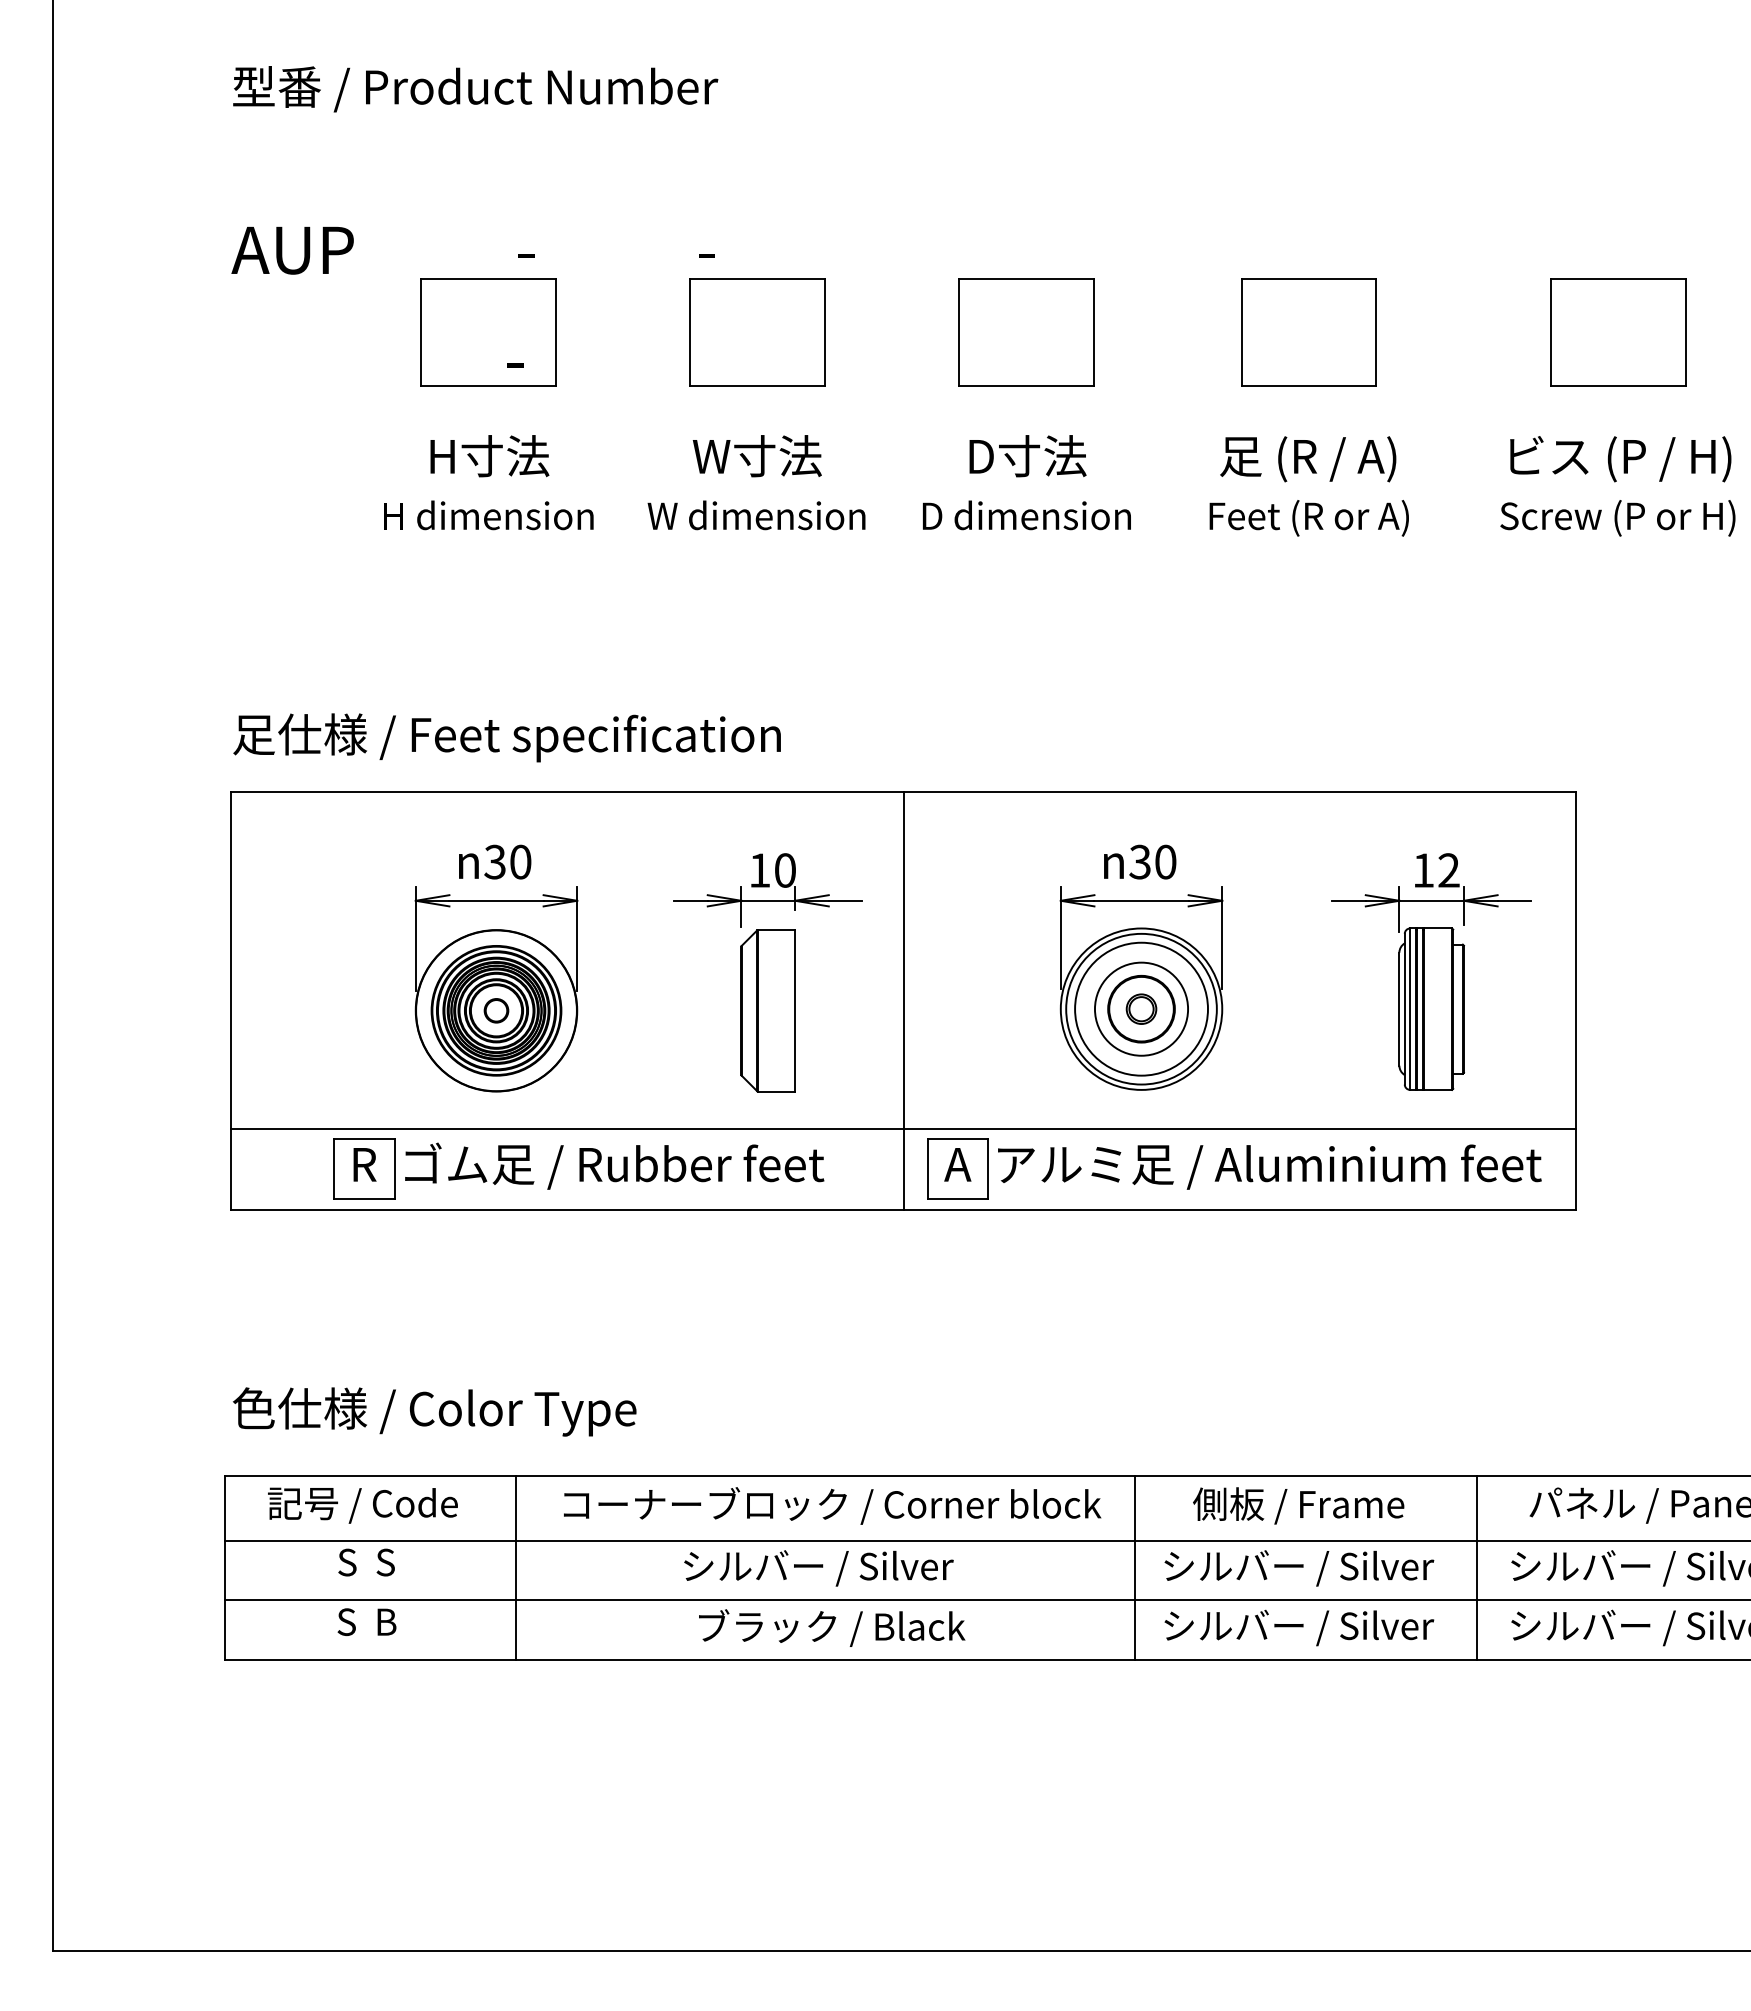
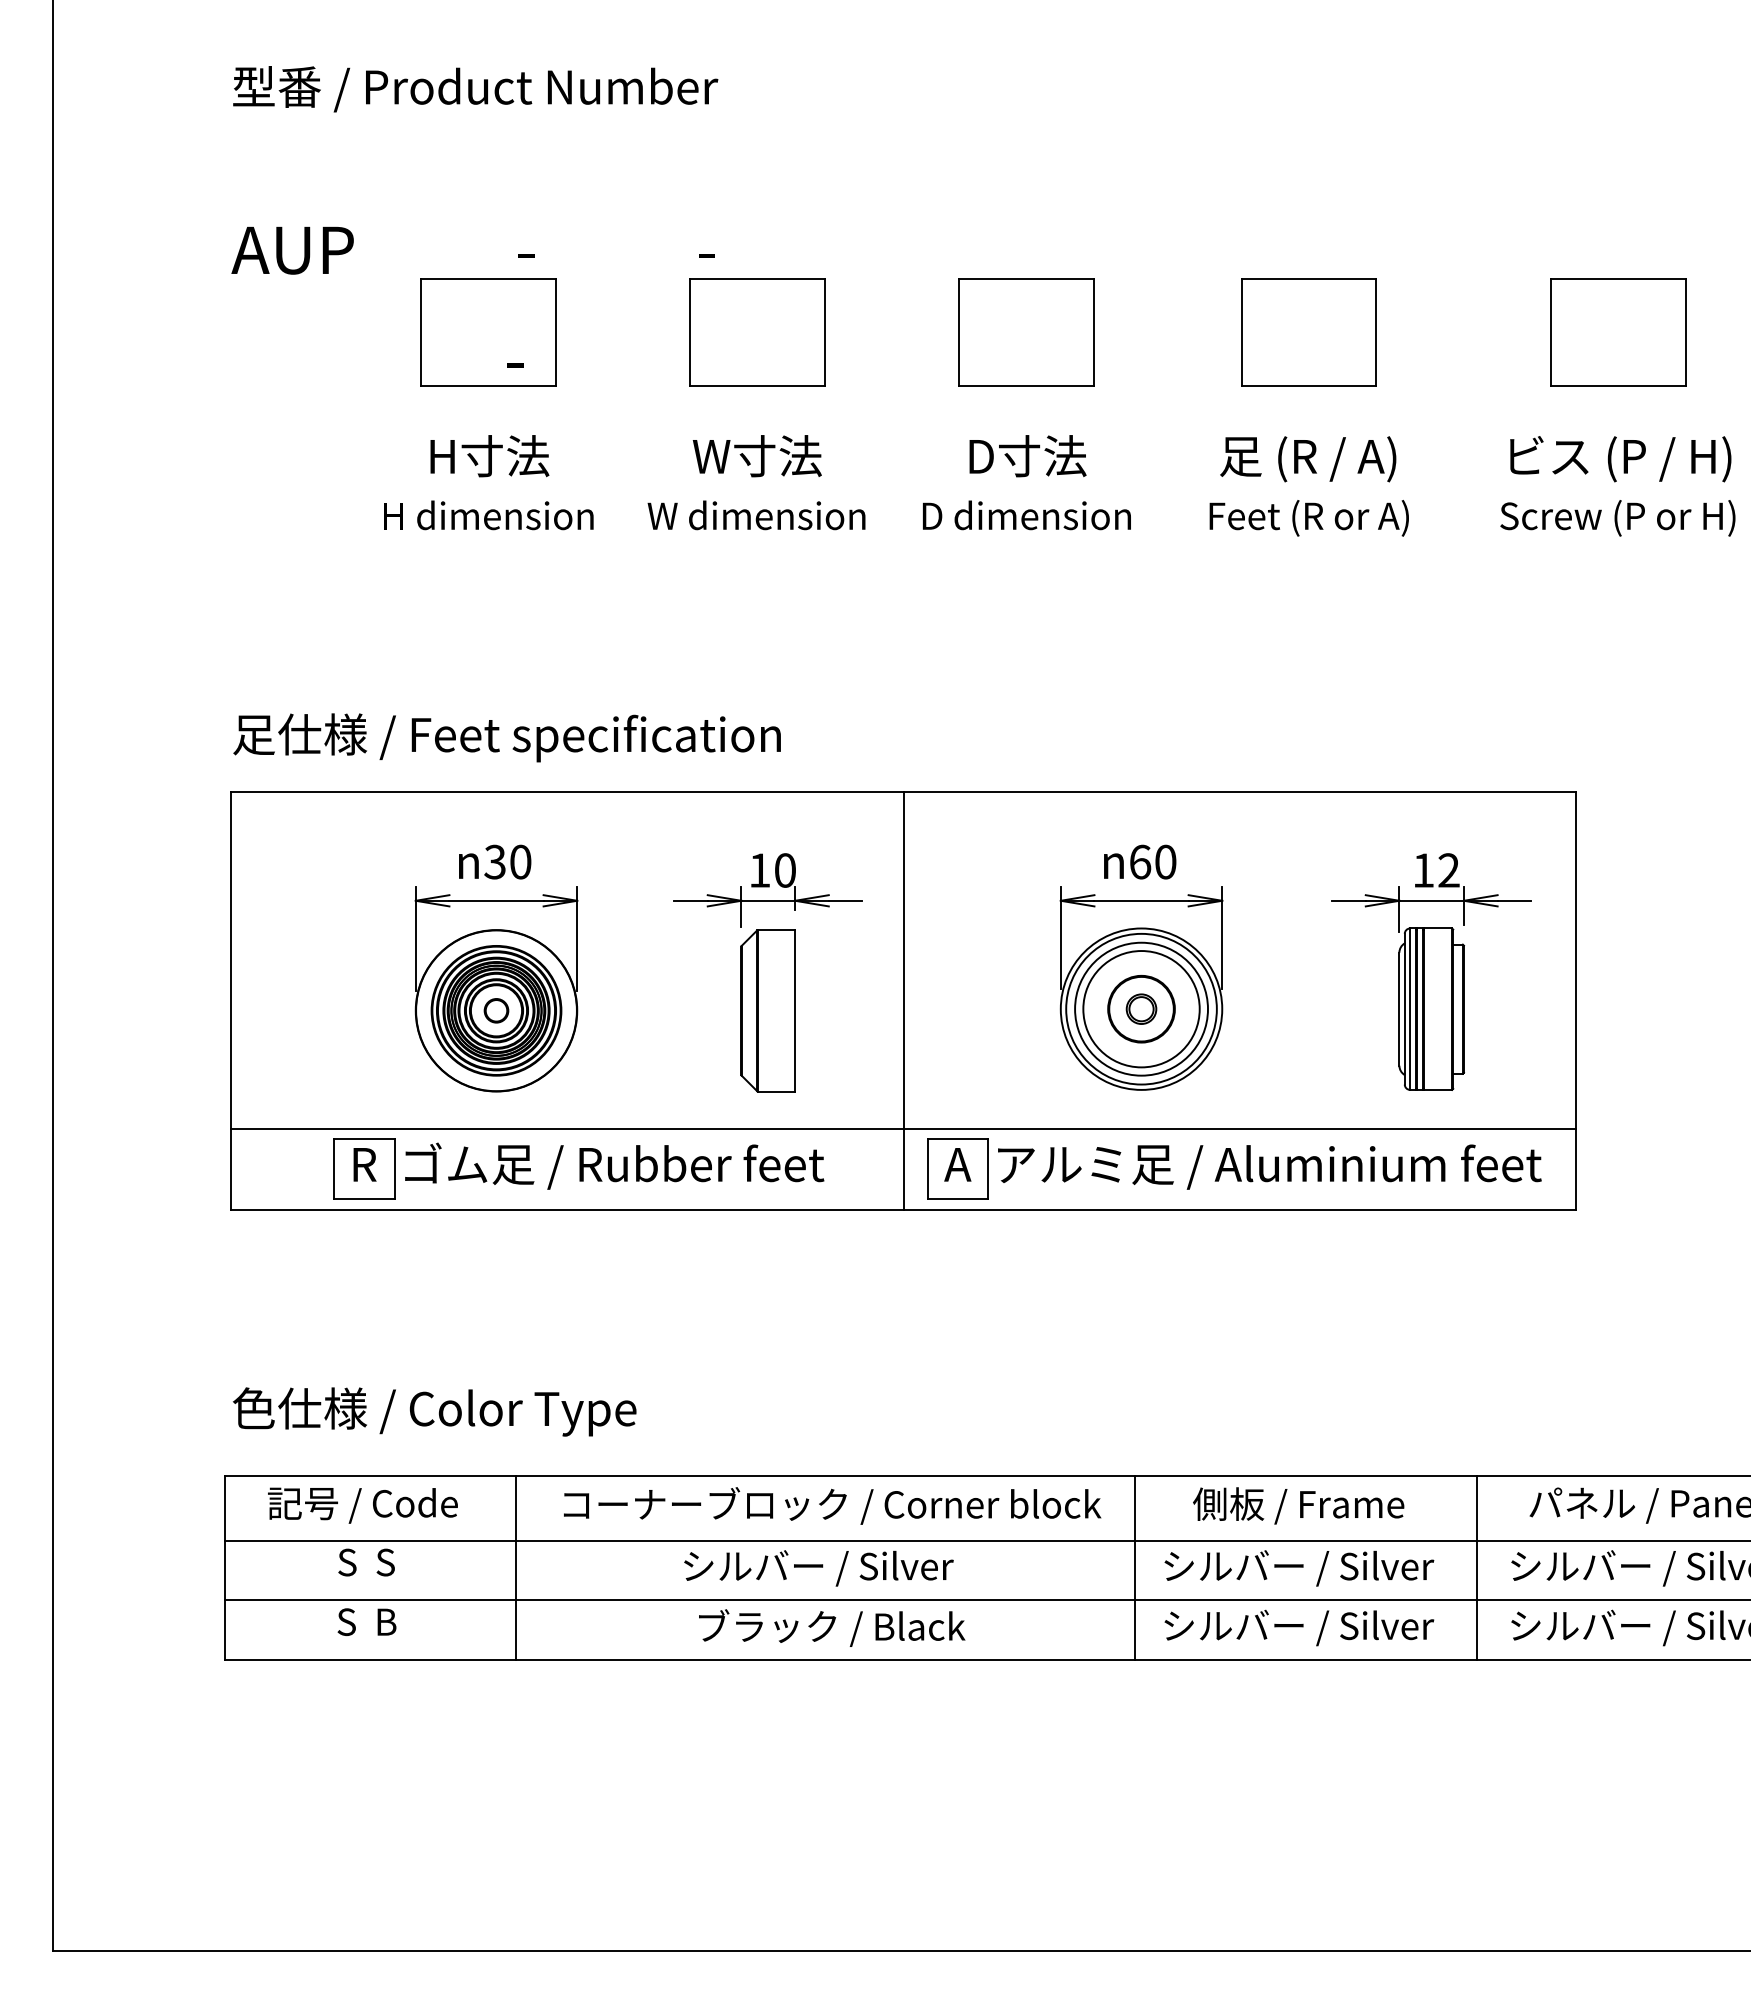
text at (1140, 861): 30 -> 60
circle at (1141, 1008) diameter: 93 px -> 116 px
